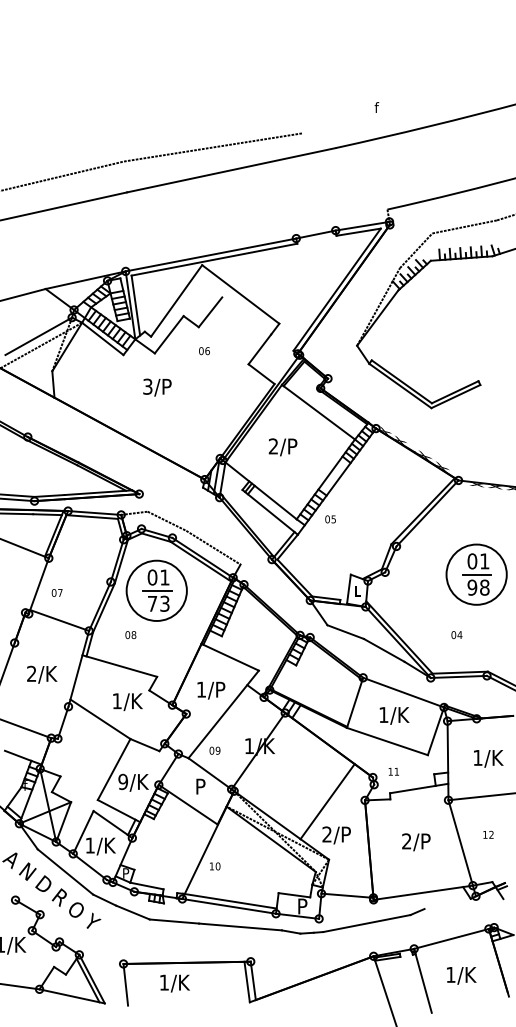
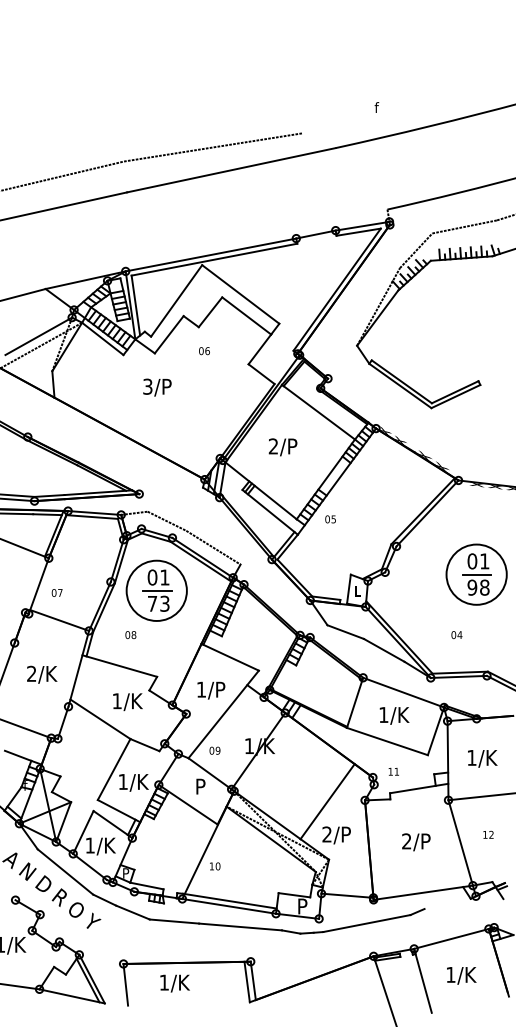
line at (246, 315): none -> present
text at (488, 758) position: (488, 758) -> (482, 758)
text at (122, 781): 9/K -> 1/K
